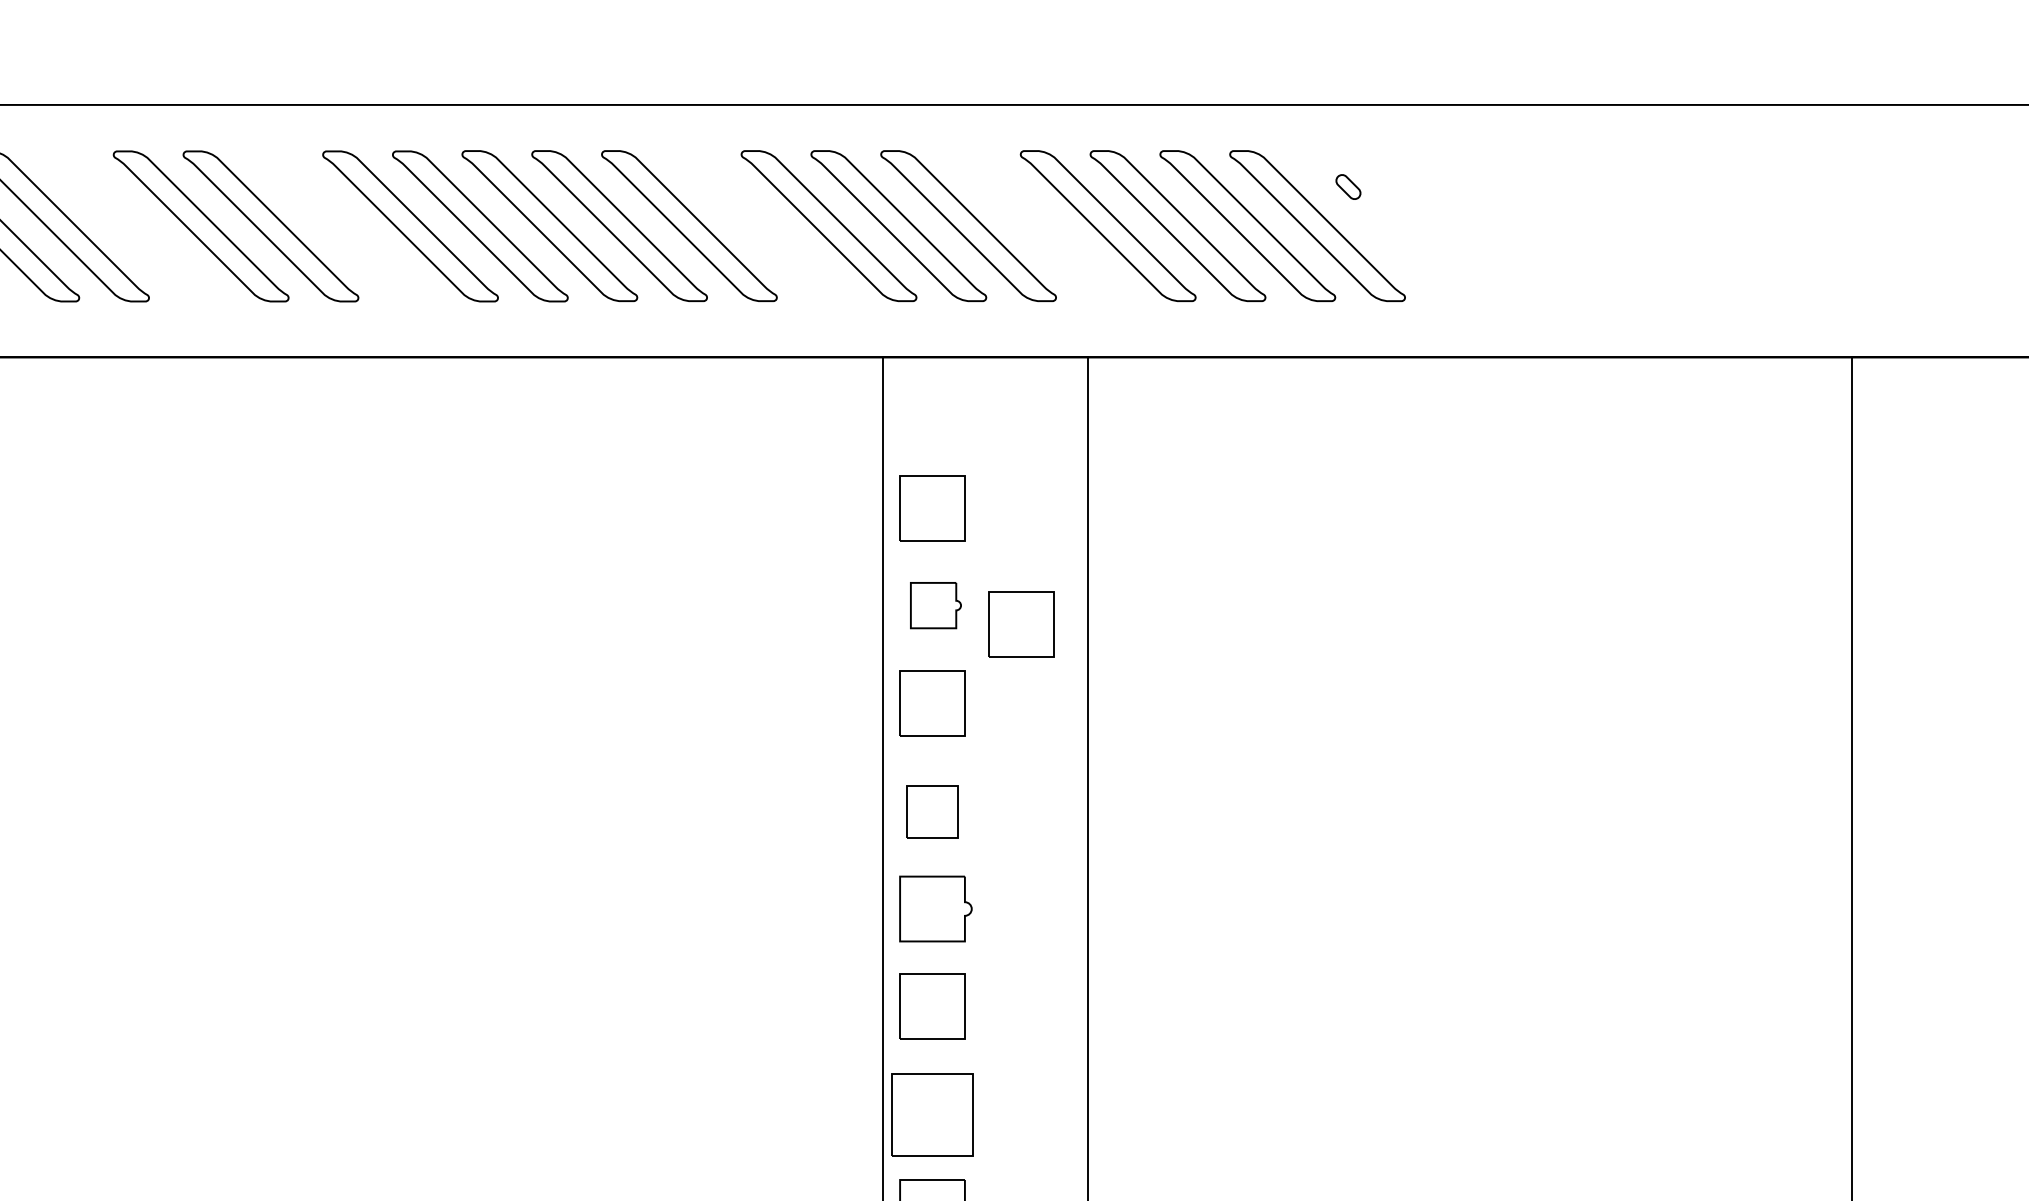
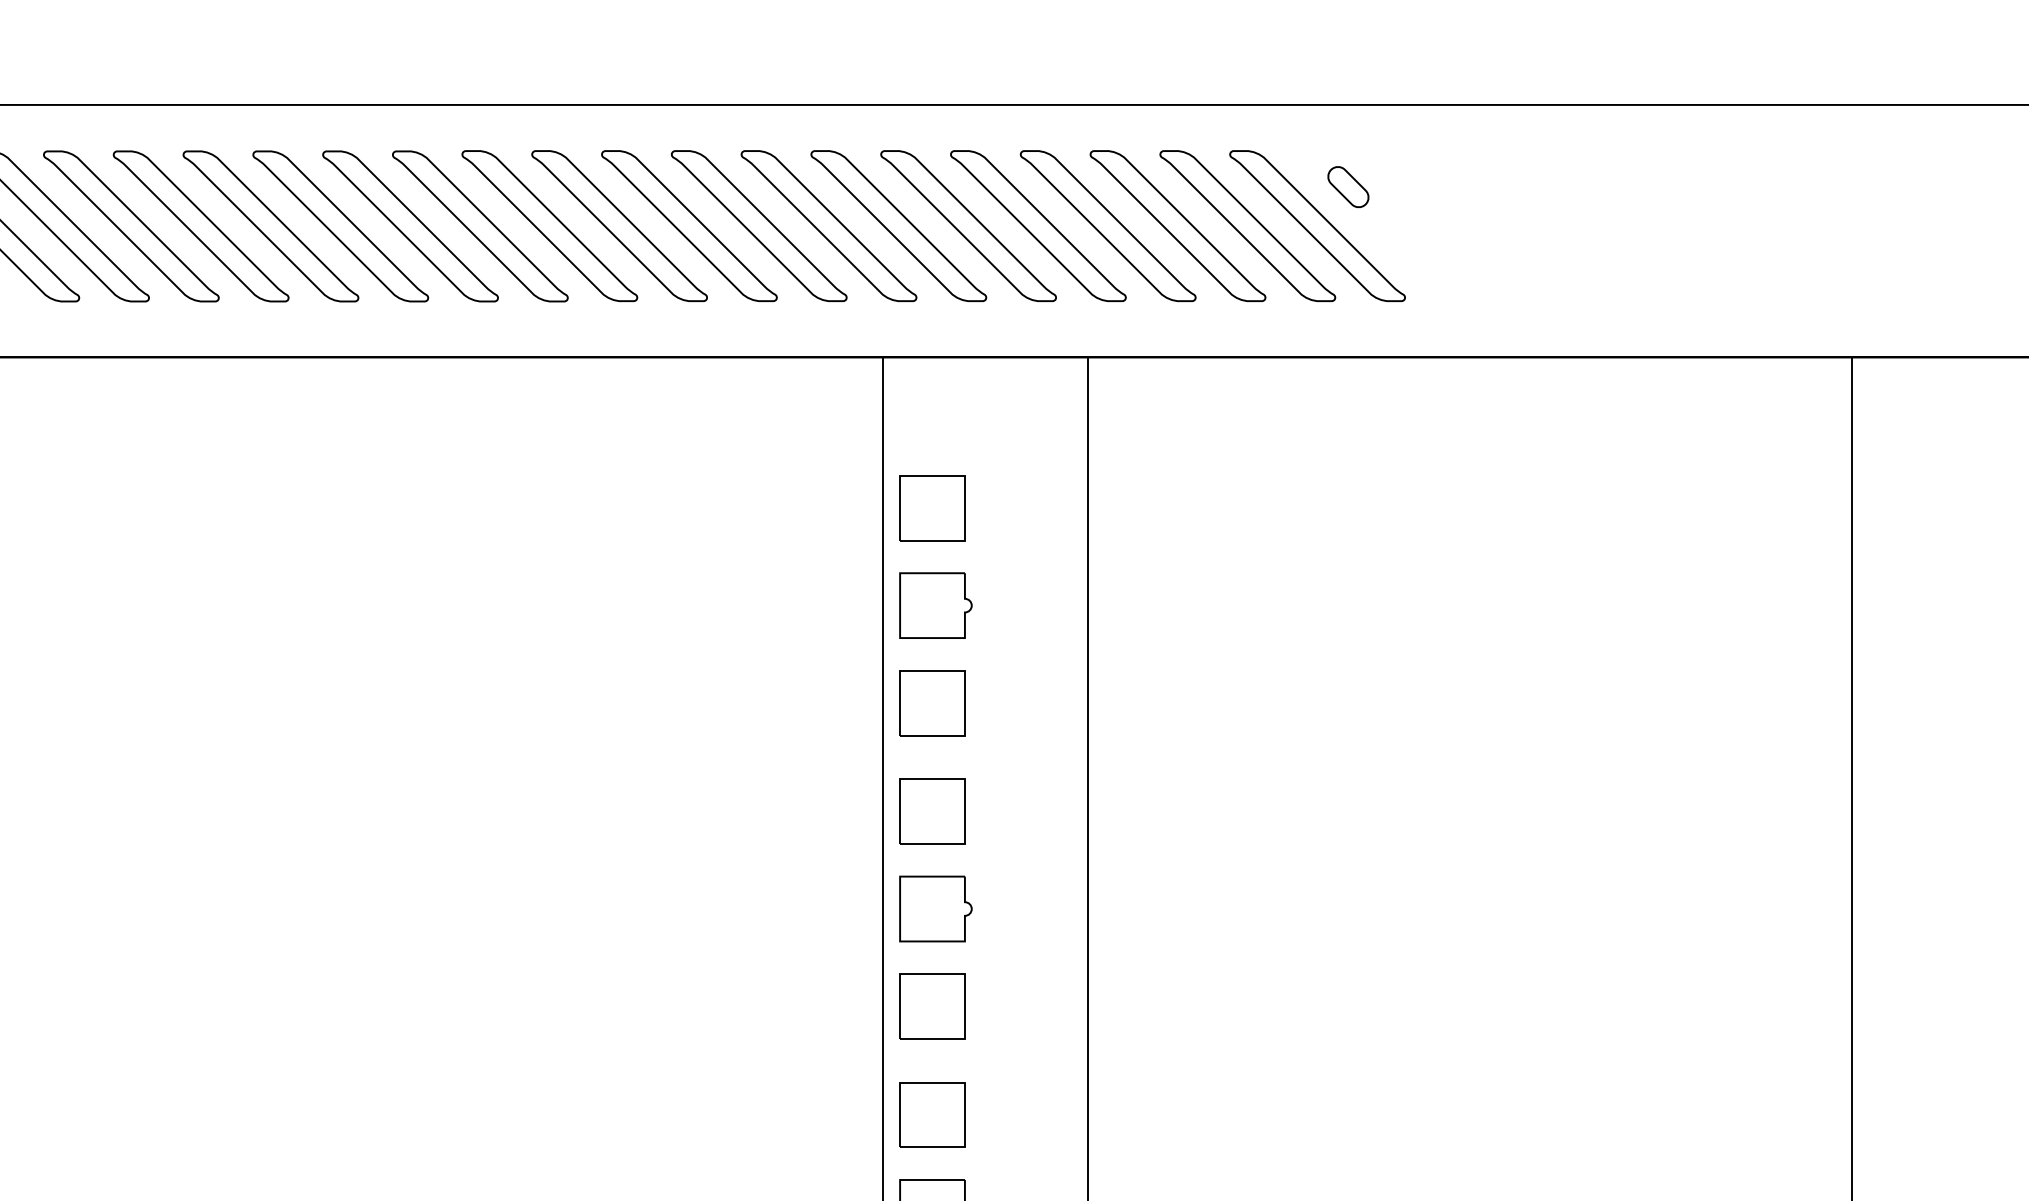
part at (1348, 186) size: 27x26 px -> 43x42 px
part at (131, 226): none -> present
part at (340, 226): none -> present
part at (758, 226): none -> present
part at (1038, 226): none -> present
part at (935, 605) size: 52x48 px -> 74x67 px
part at (1021, 624): present -> none
part at (932, 811) size: 53x54 px -> 67x67 px
part at (932, 1114) size: 83x84 px -> 67x66 px
